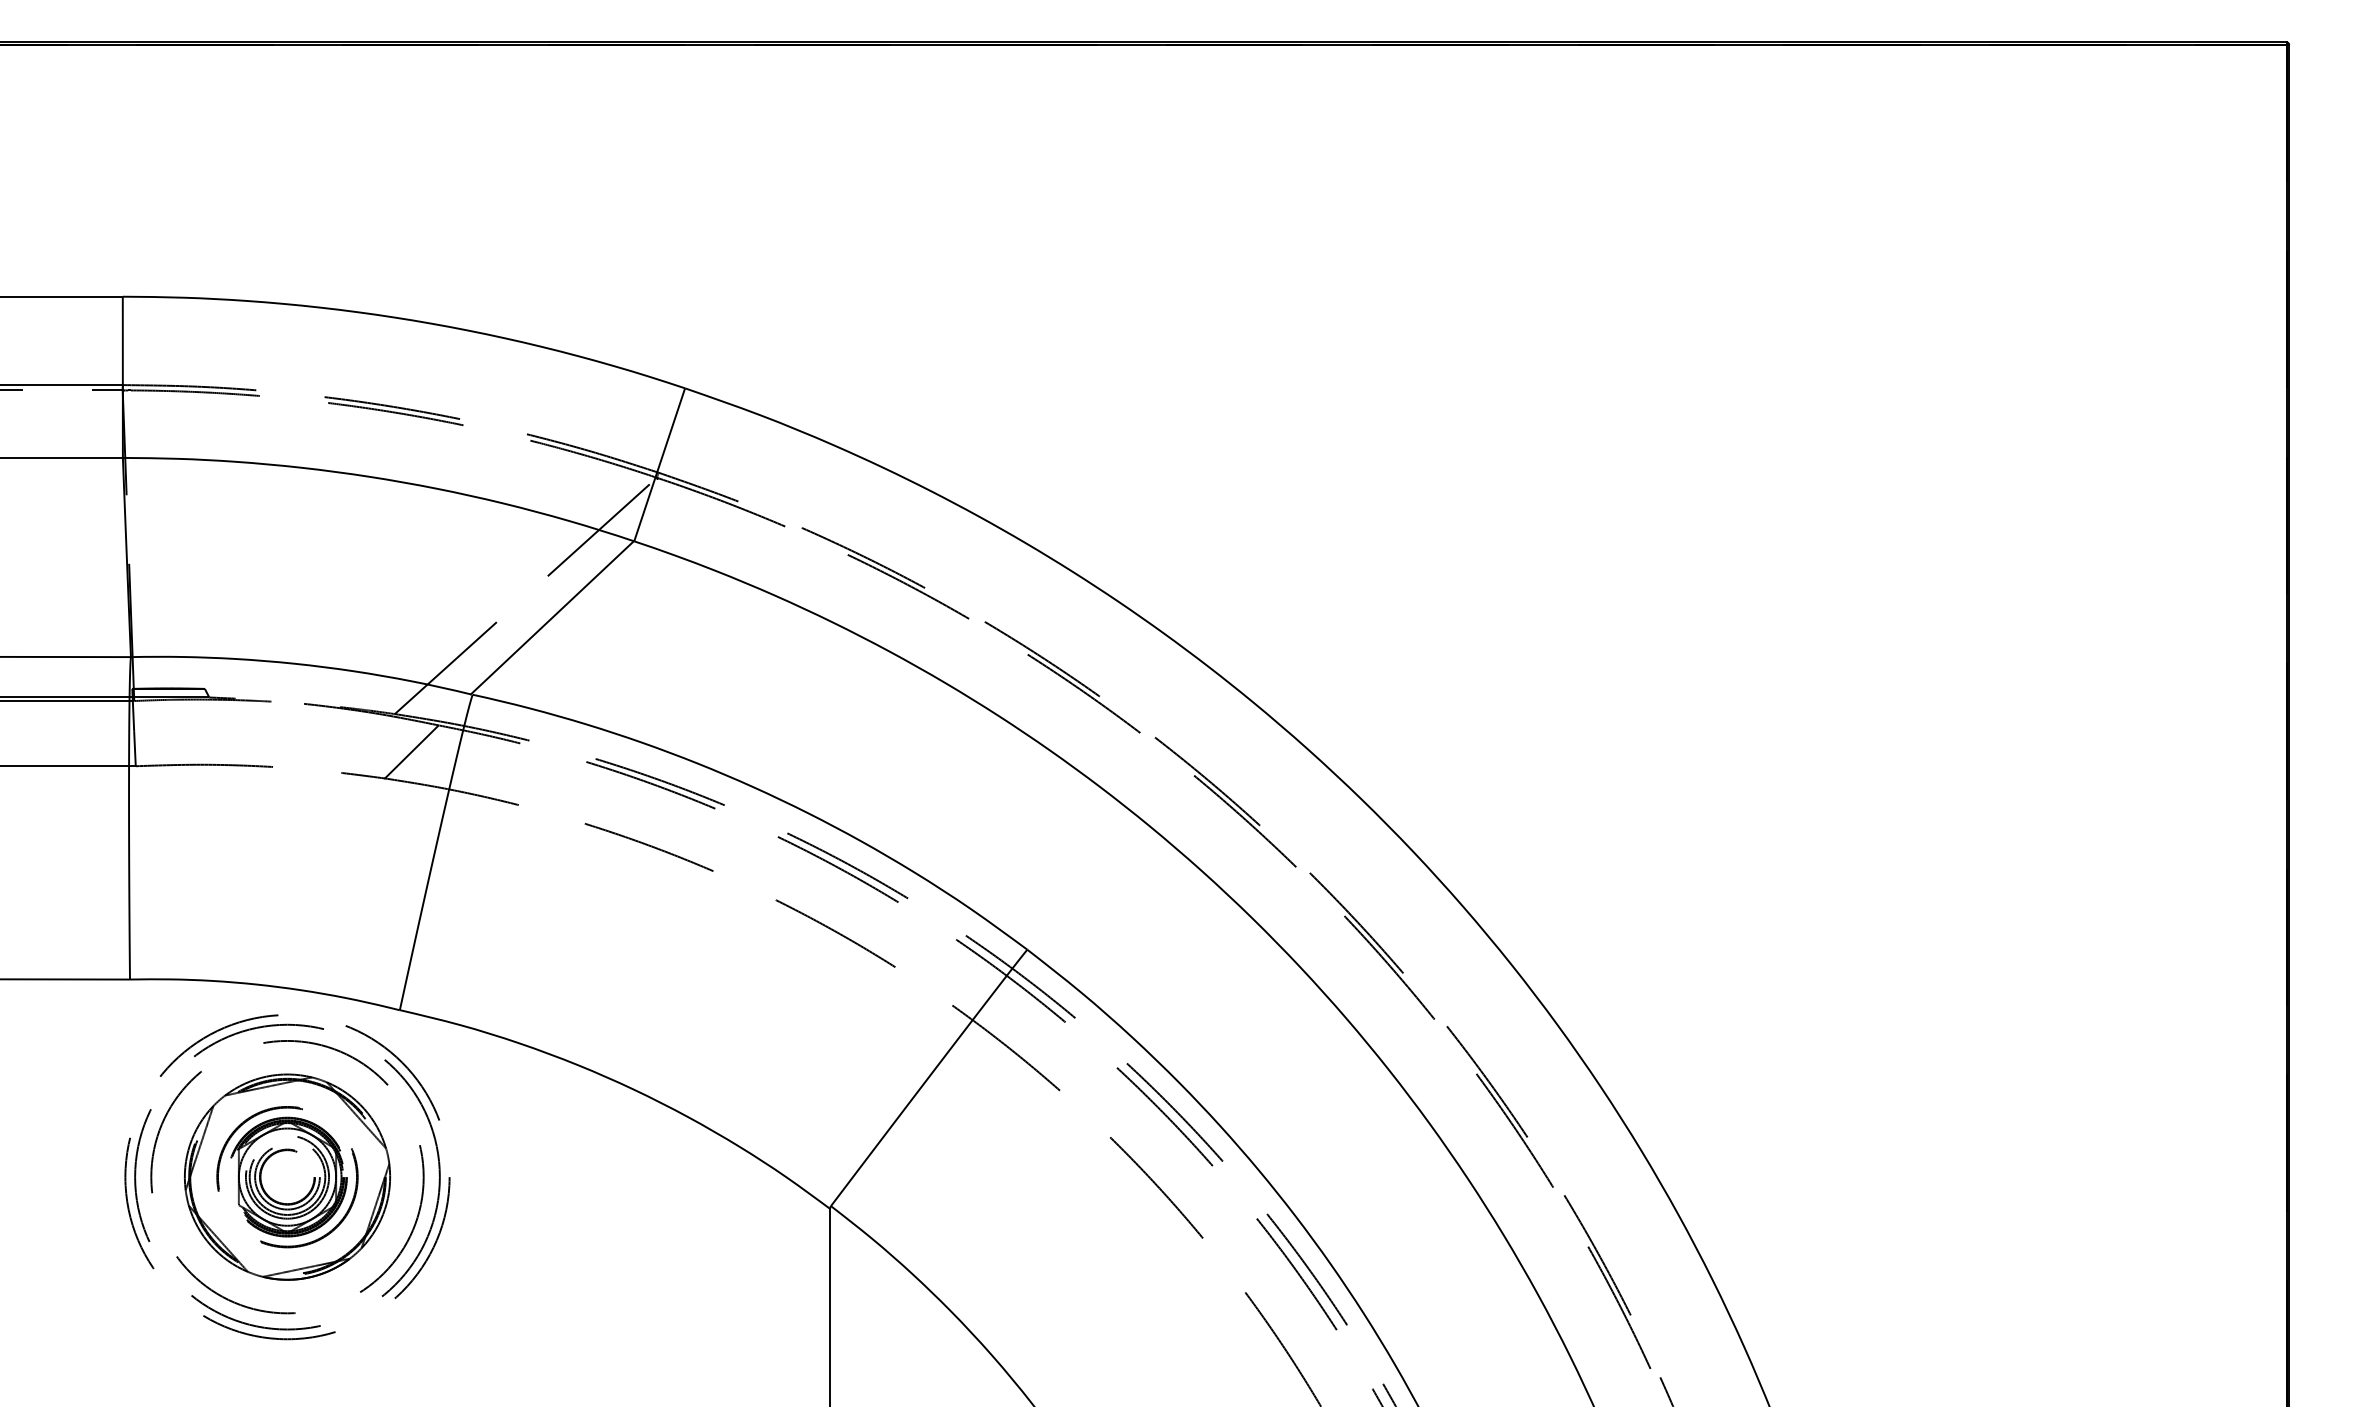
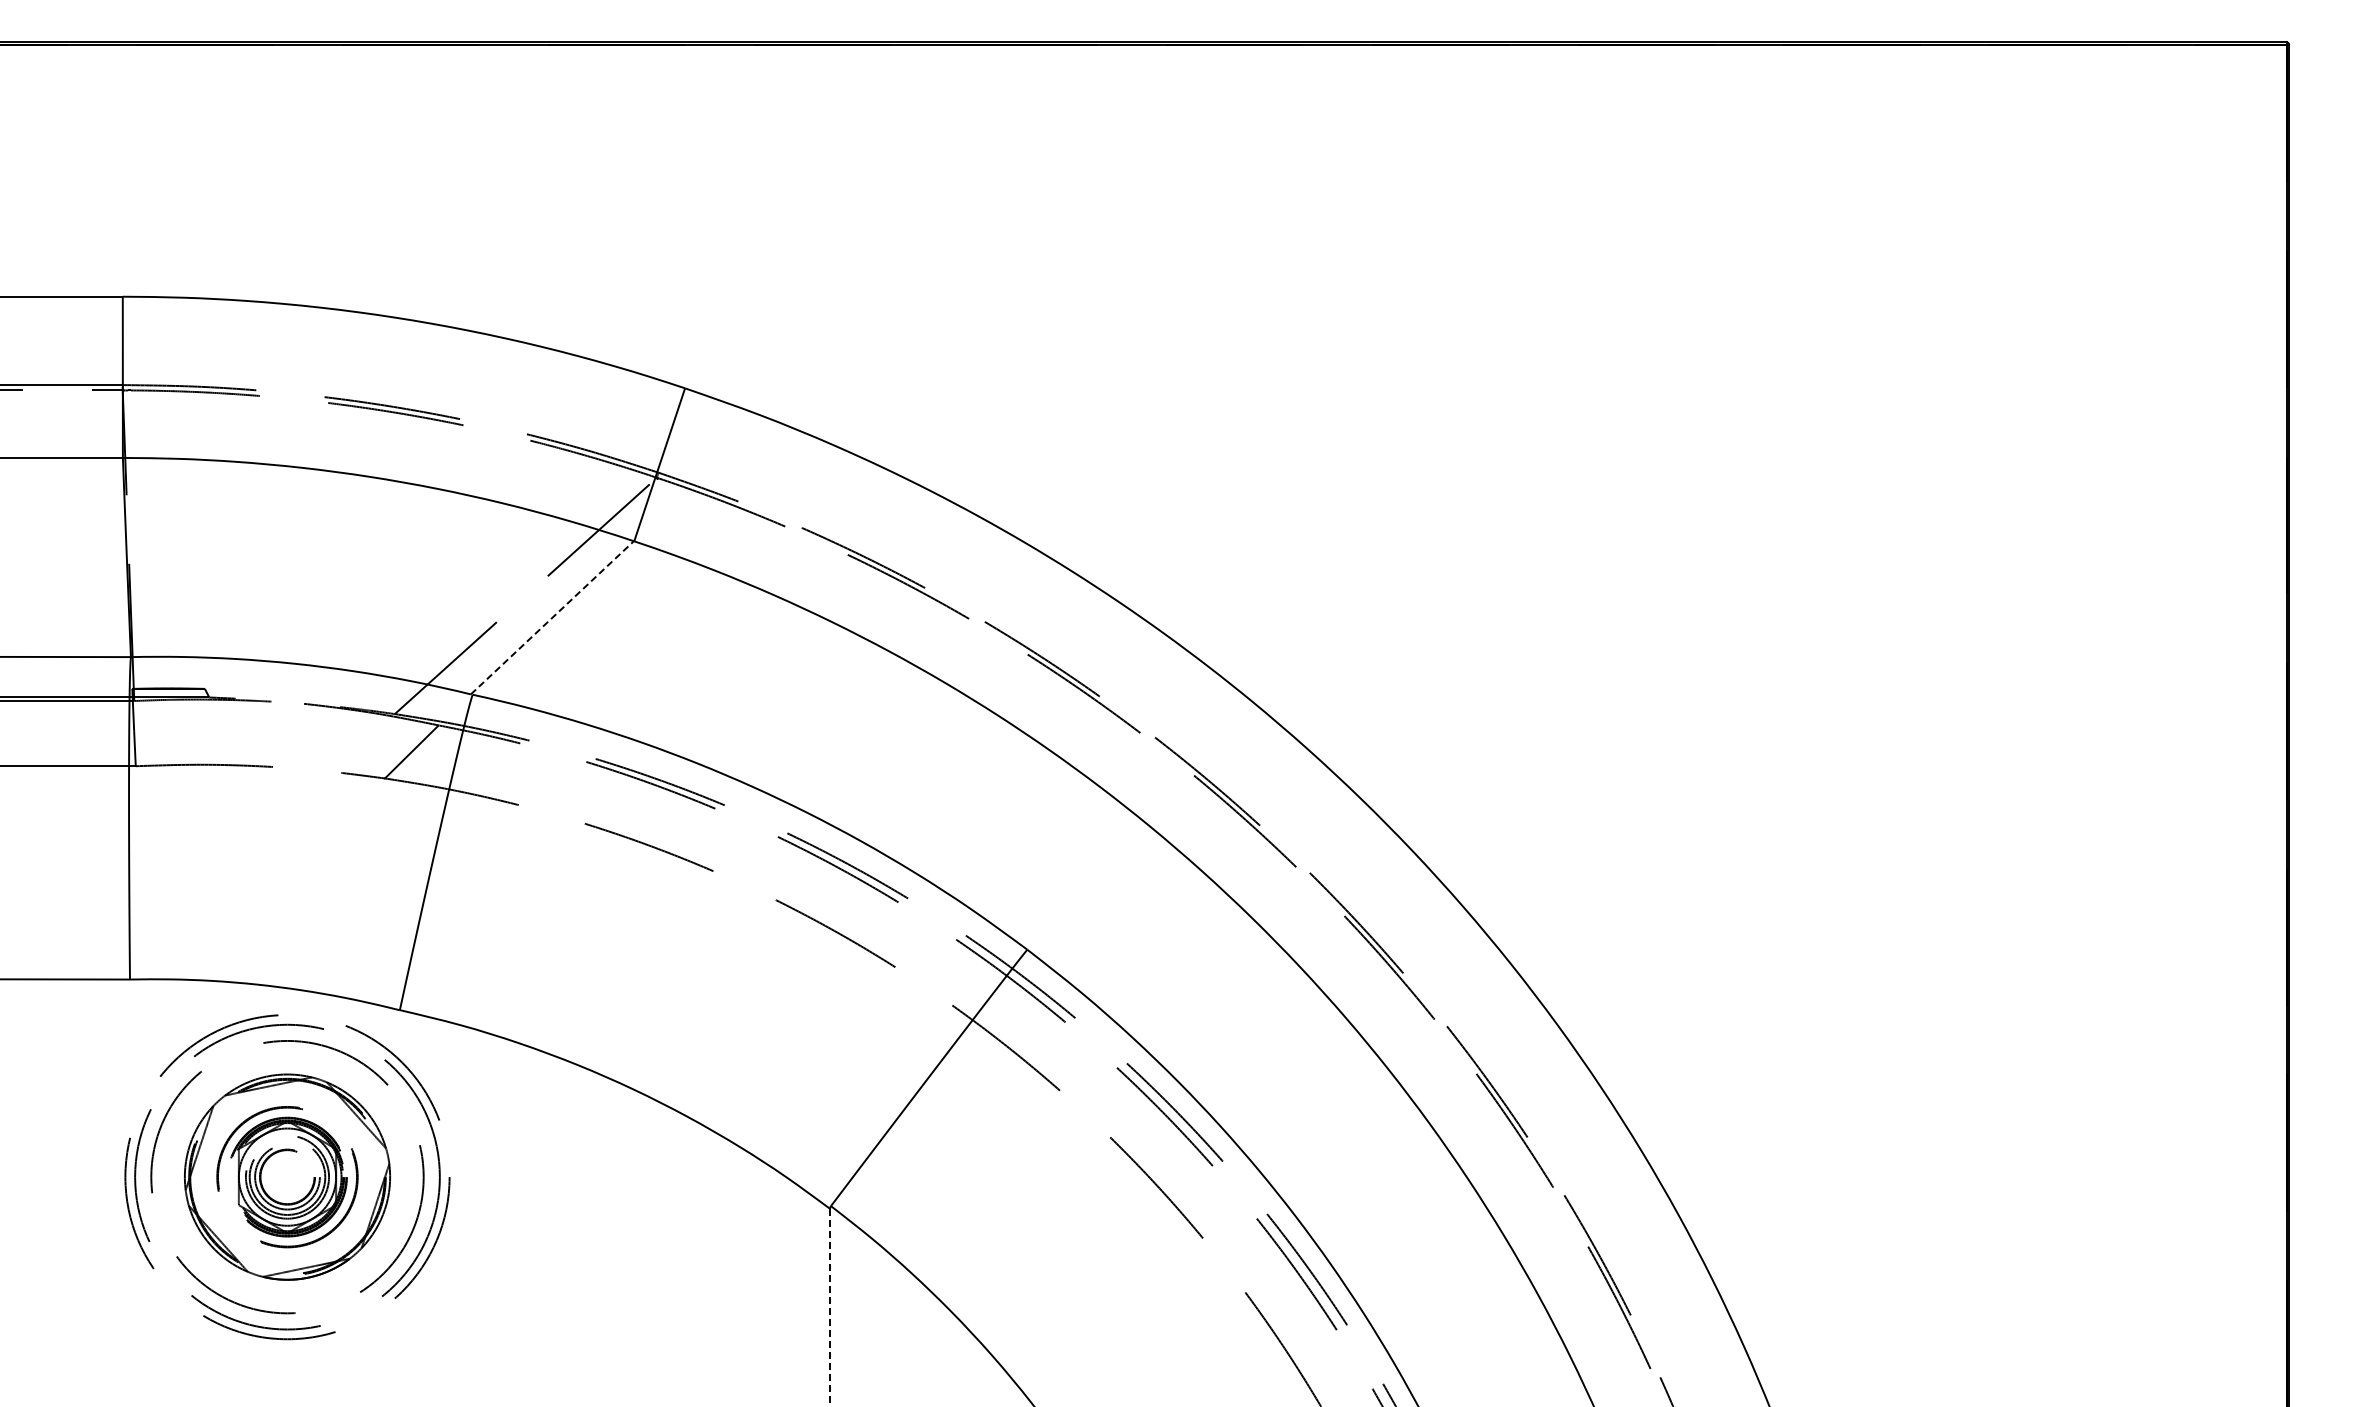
line at (552, 617): solid -> dashed
line at (830, 1307): solid -> dashed
